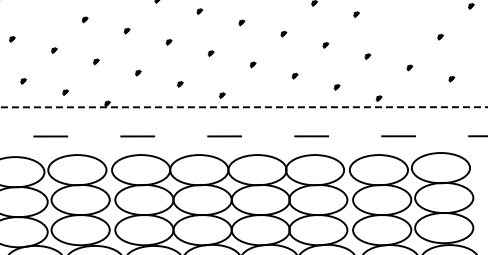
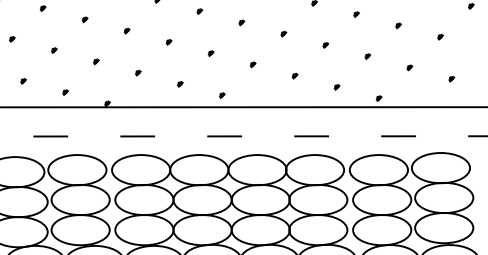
part at (42, 8): none -> present
part at (398, 25): none -> present
line at (244, 107): dashed -> solid
